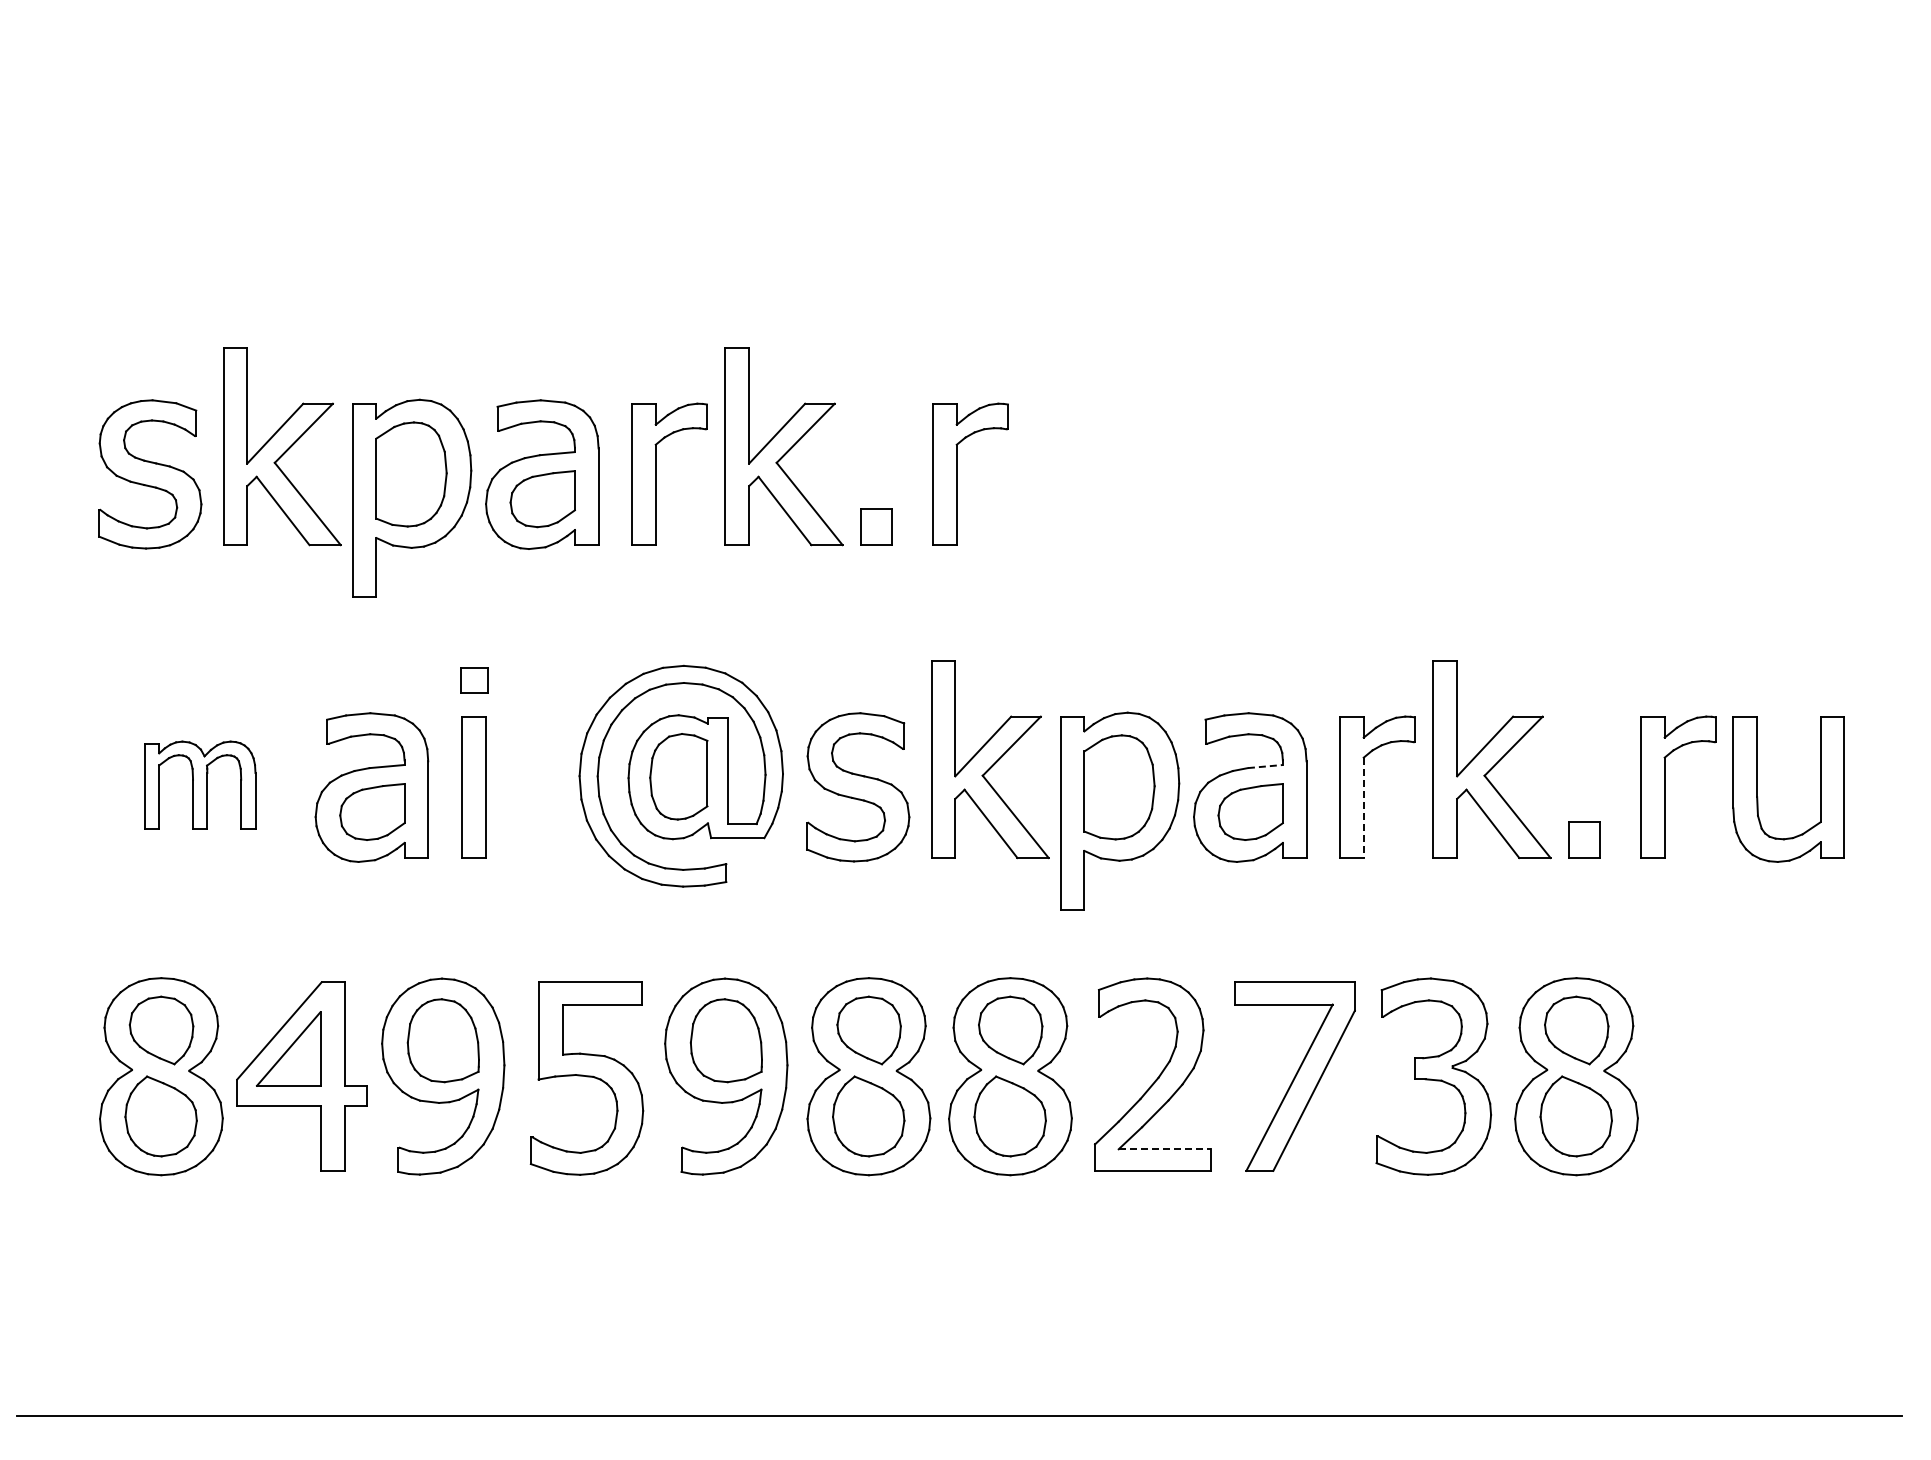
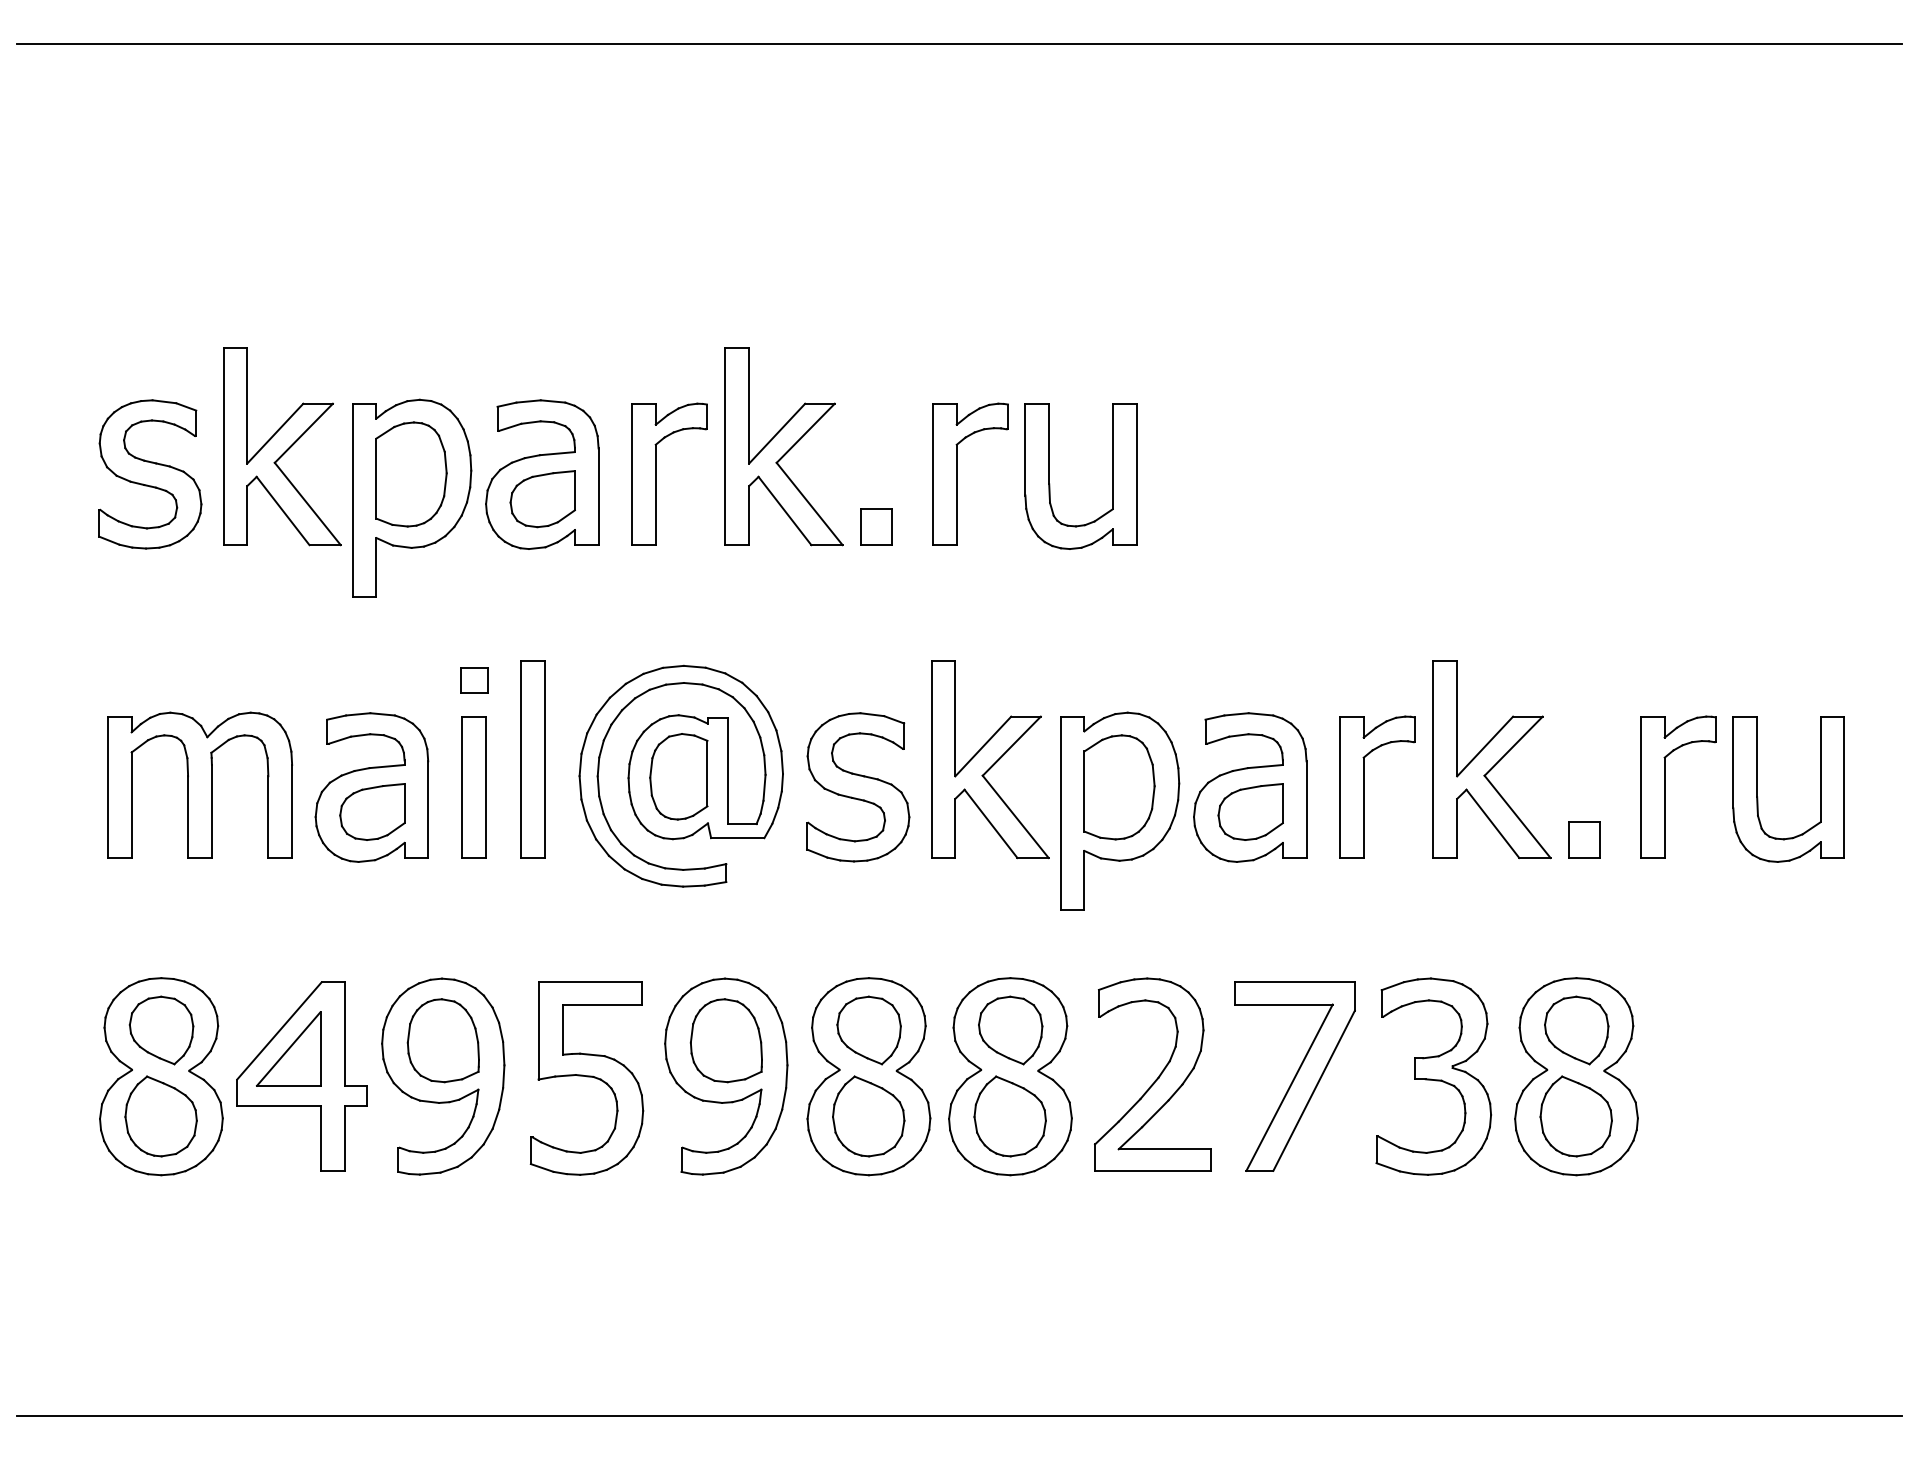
line at (958, 44): none -> present
part at (1049, 476): none -> present
part at (532, 759): none -> present
line at (1265, 766): dashed -> solid
part at (200, 784) size: 113x90 px -> 187x148 px
line at (1363, 808): dashed -> solid
line at (1165, 1149): dashed -> solid
